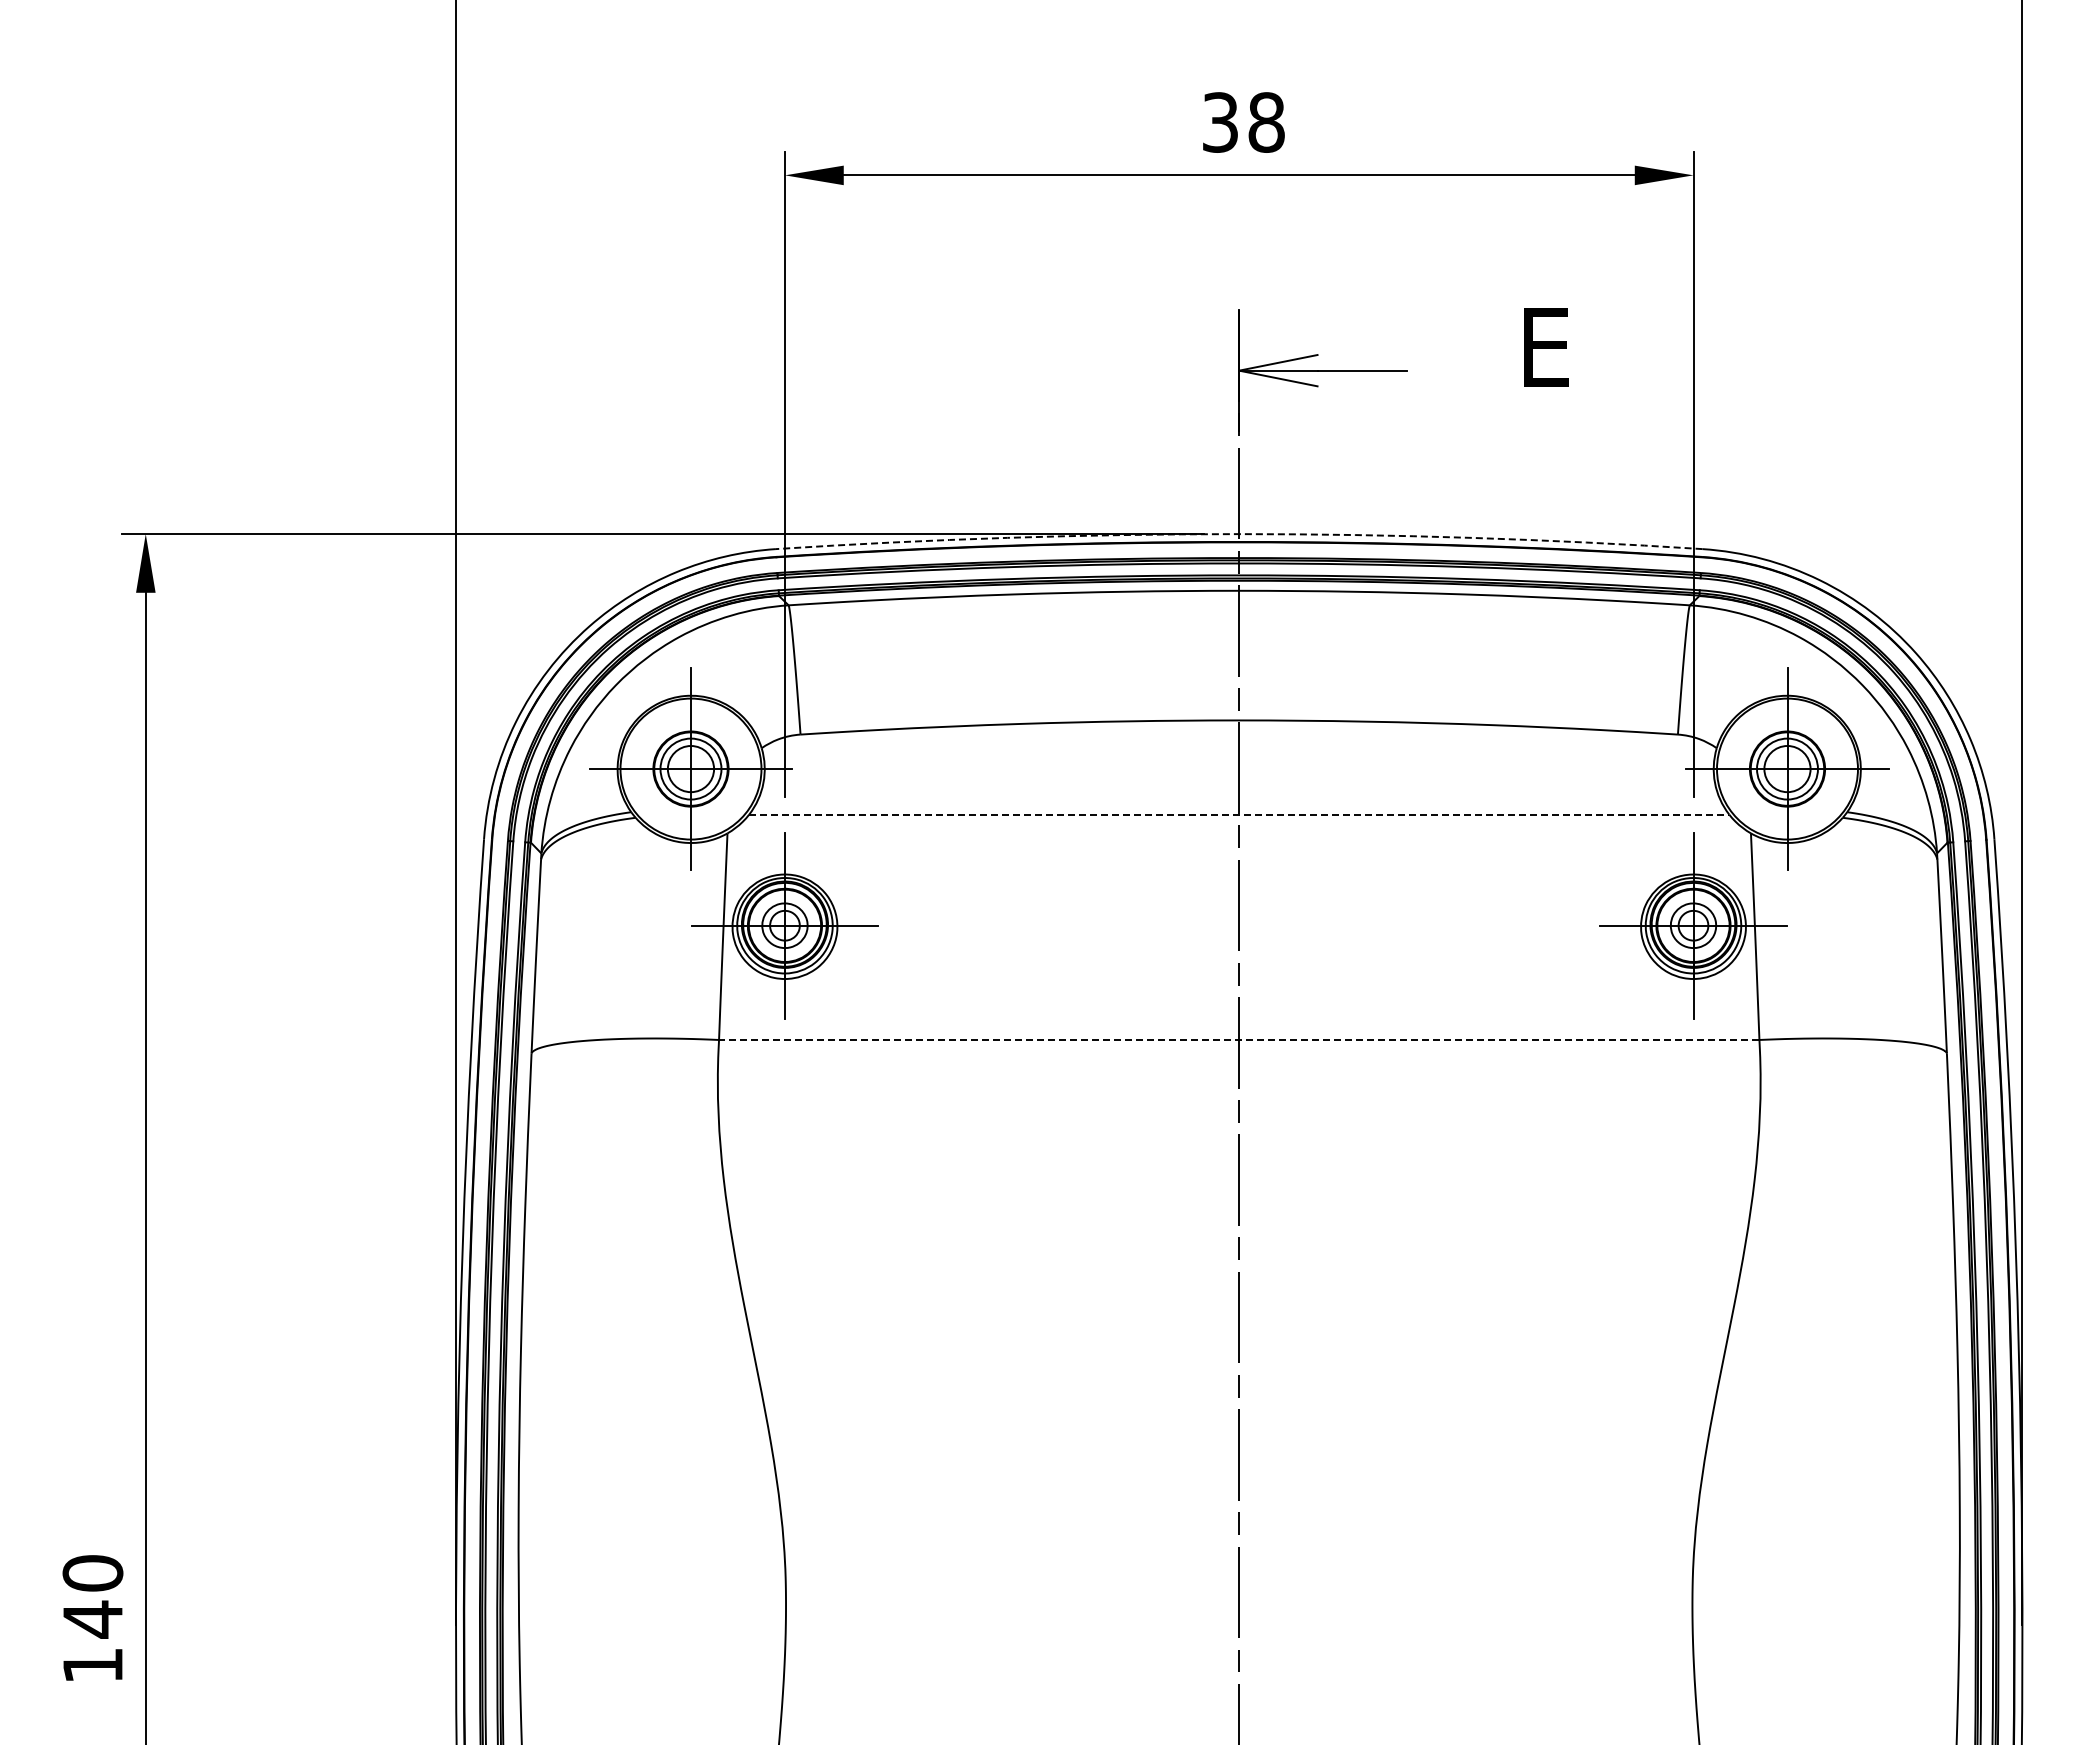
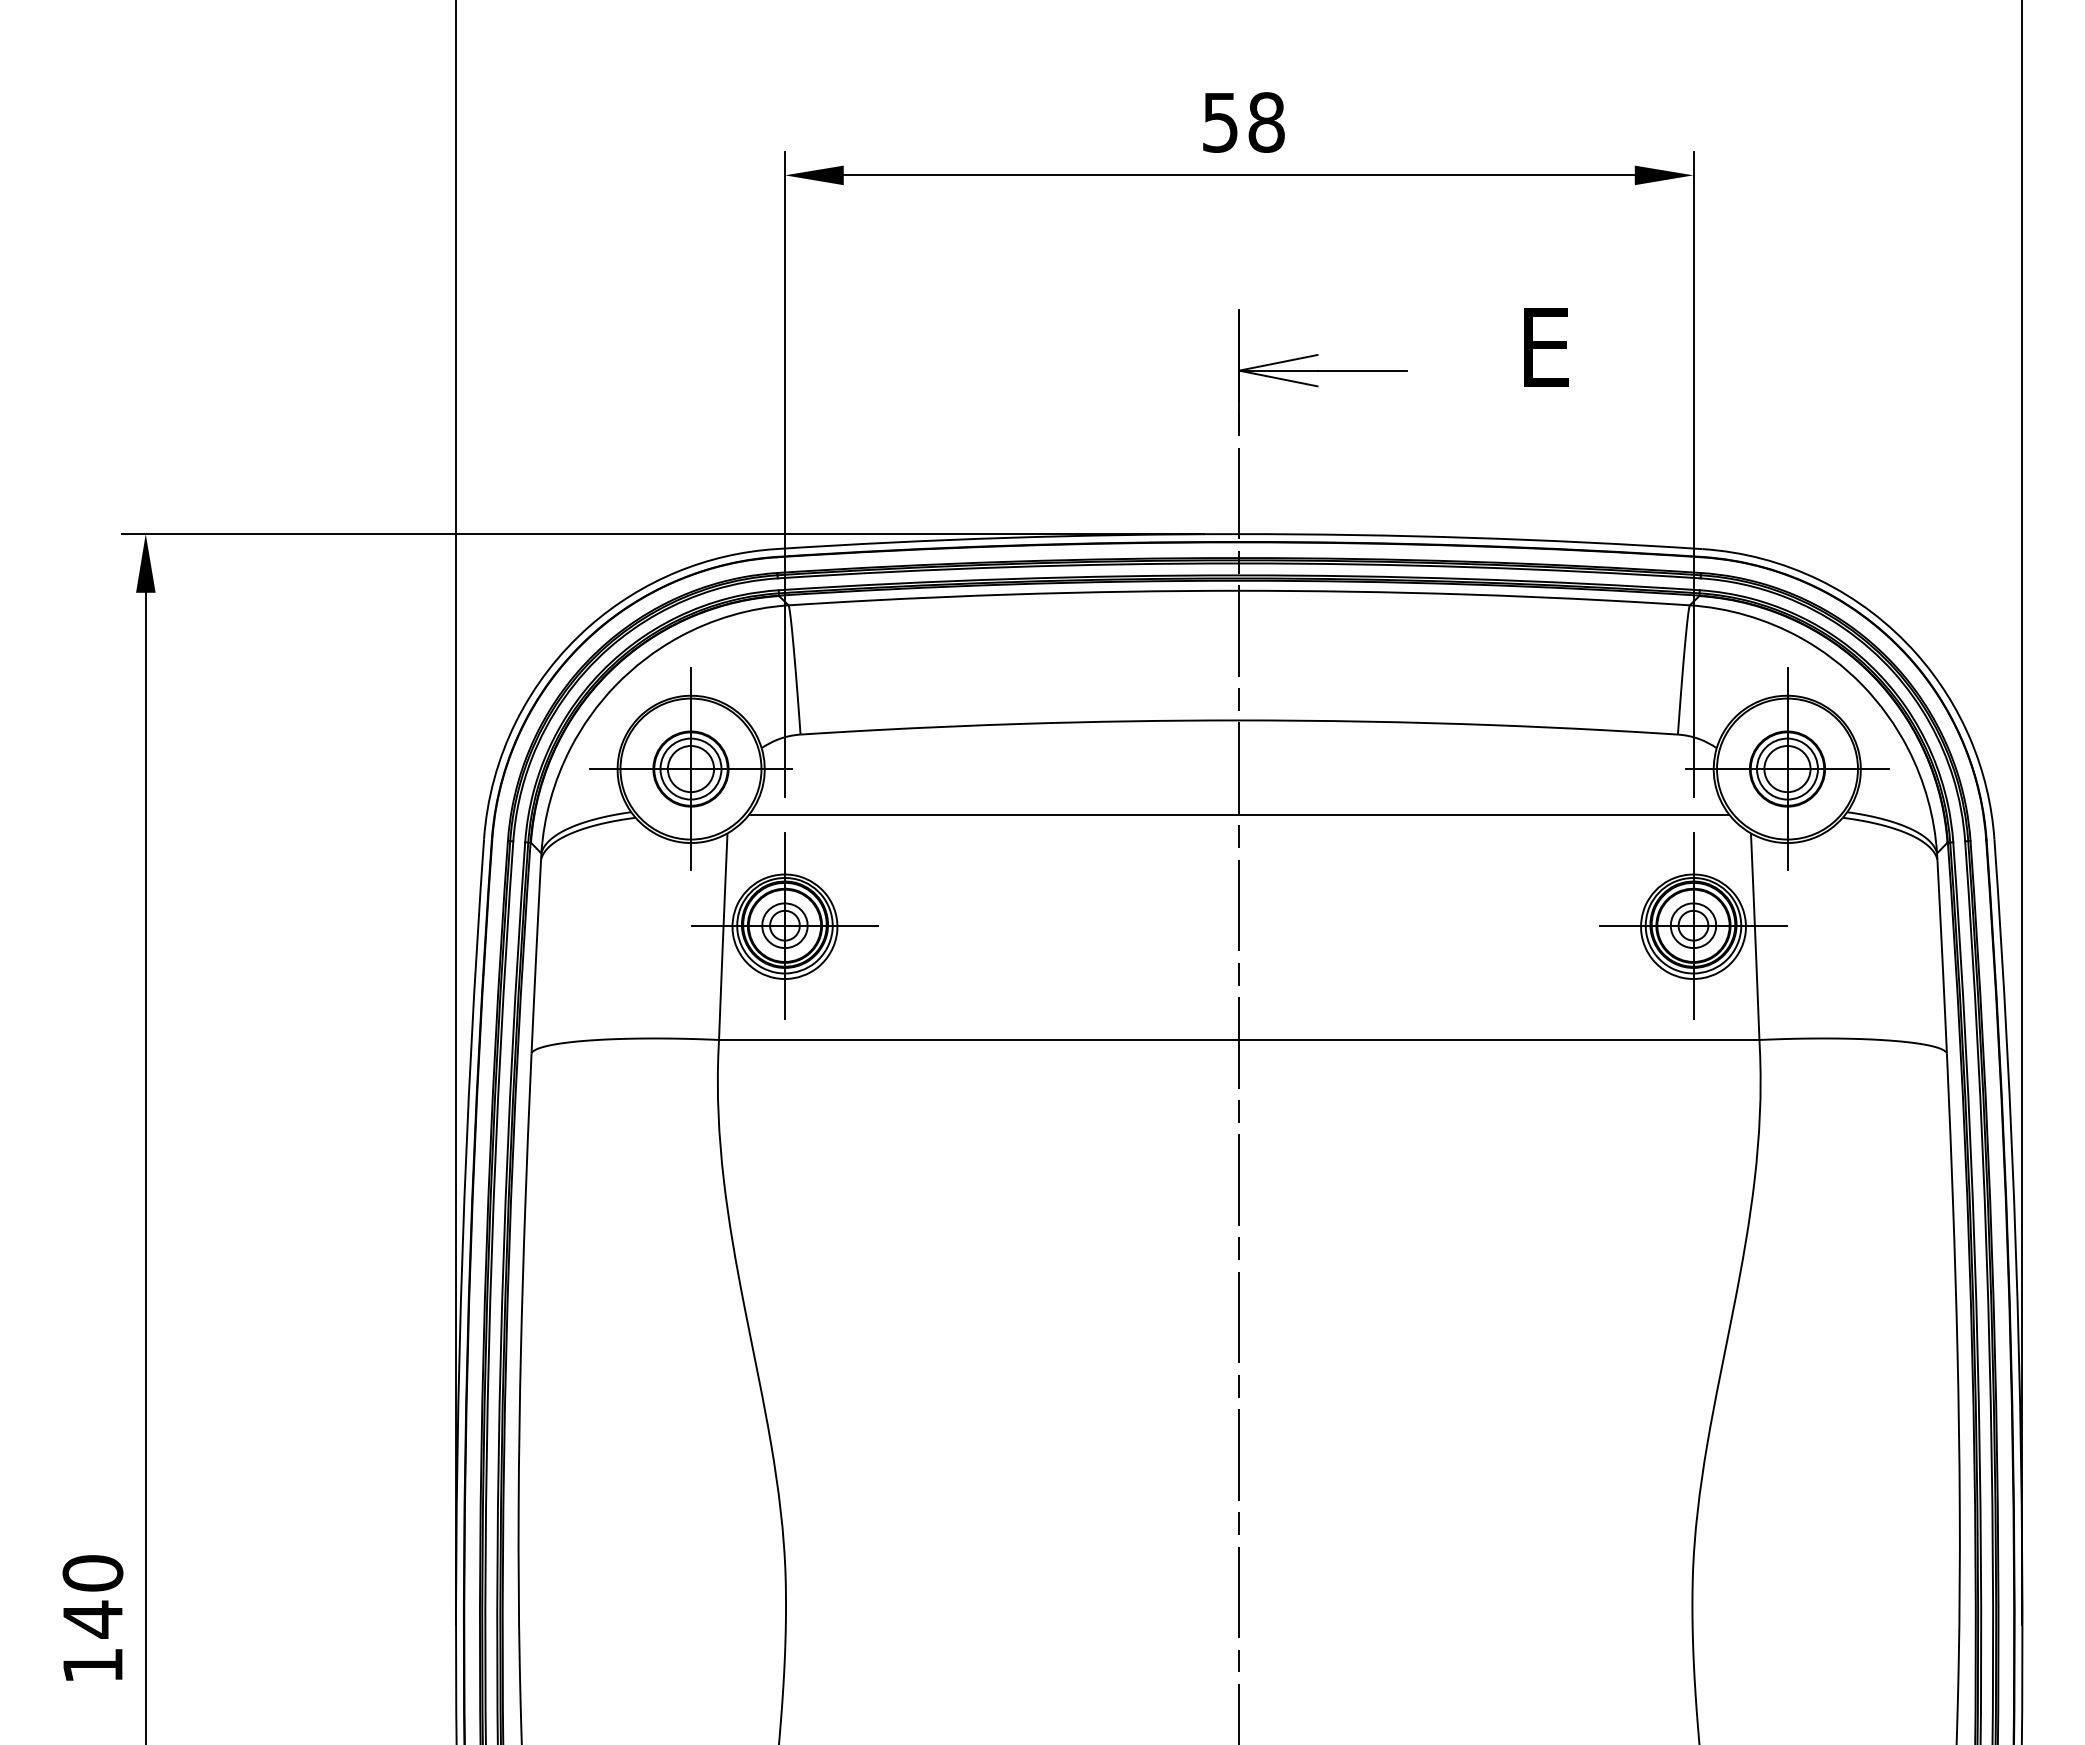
text at (1220, 122): 38 -> 58
arc at (1239, 534): dashed -> solid
line at (1239, 814): dashed -> solid
line at (1238, 1039): dashed -> solid
